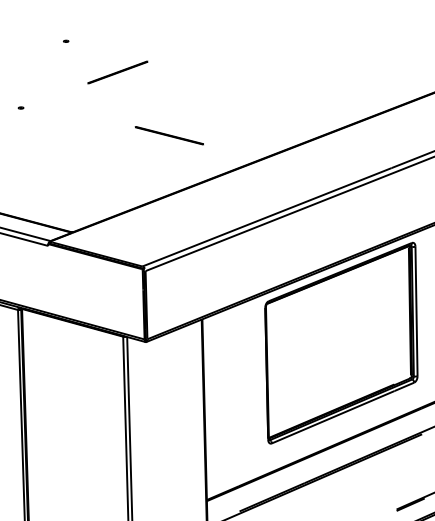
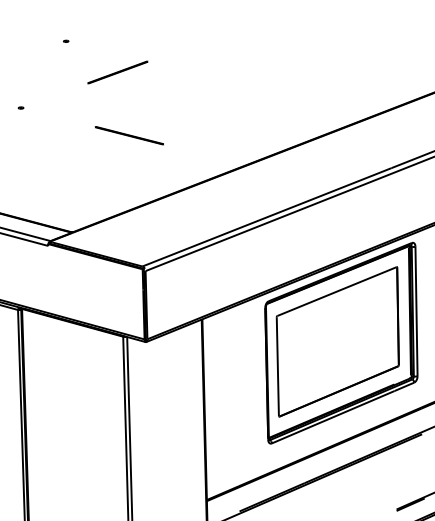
line at (168, 135) position: (168, 135) -> (128, 135)
part at (337, 341): none -> present
